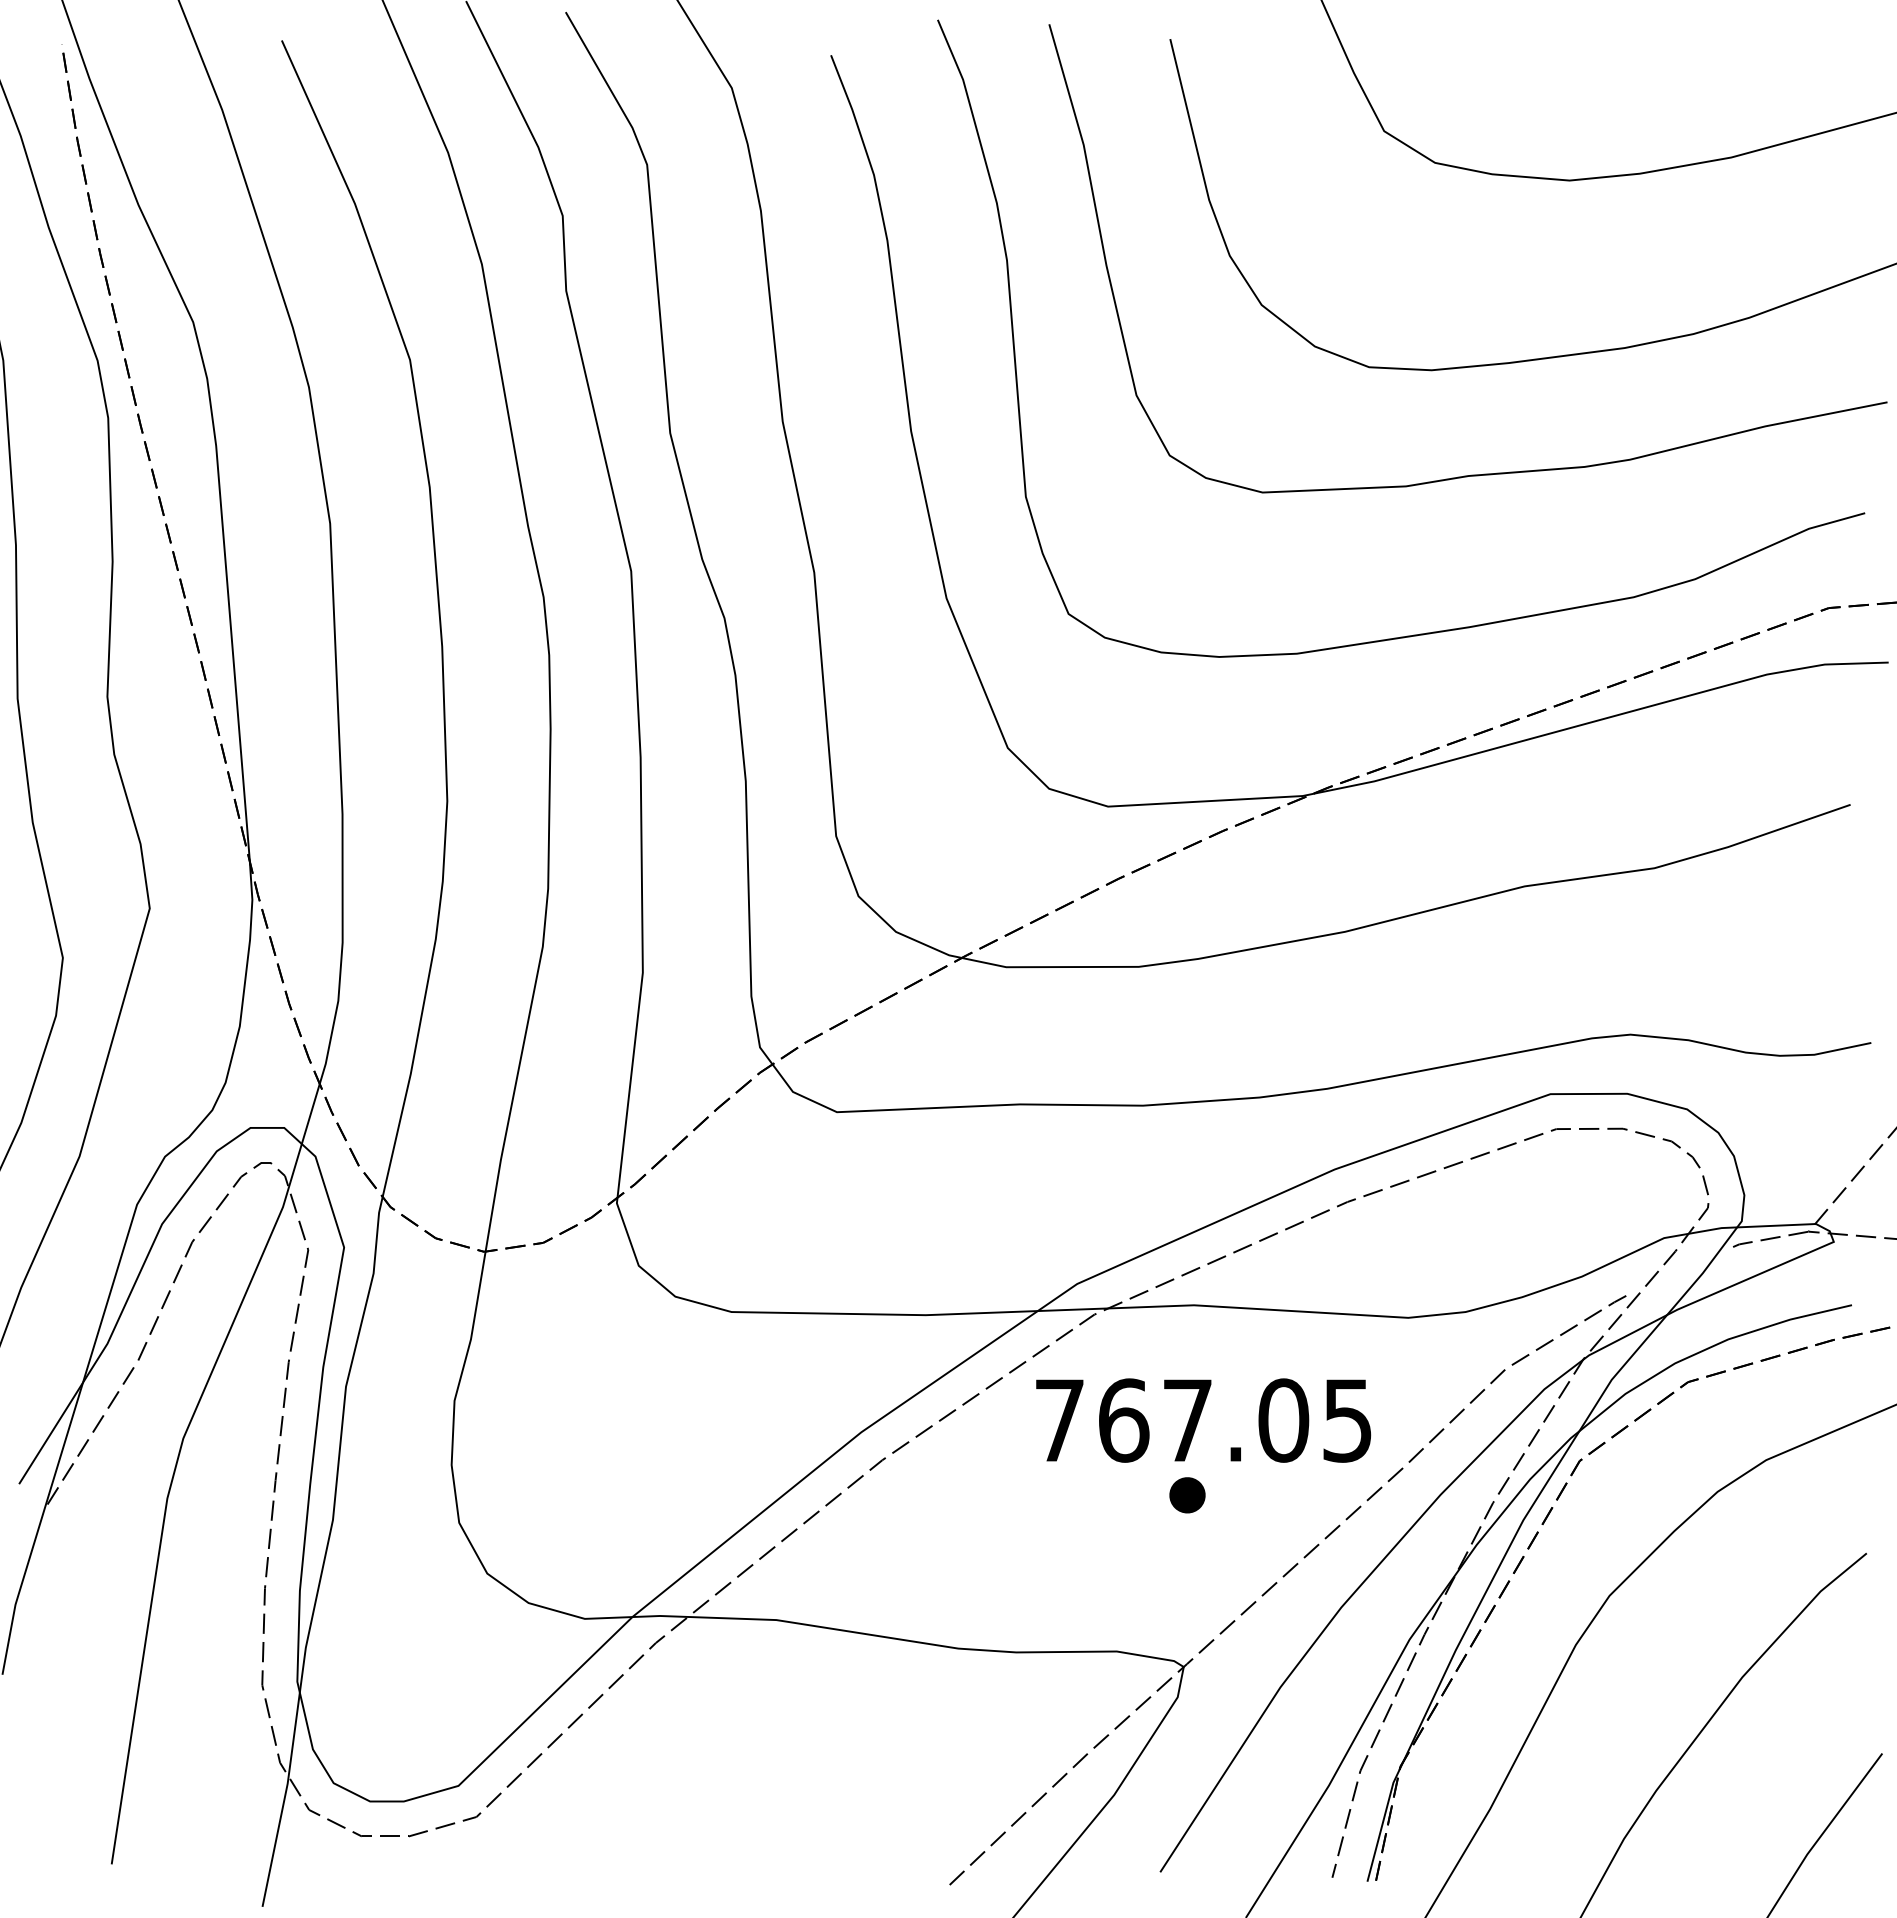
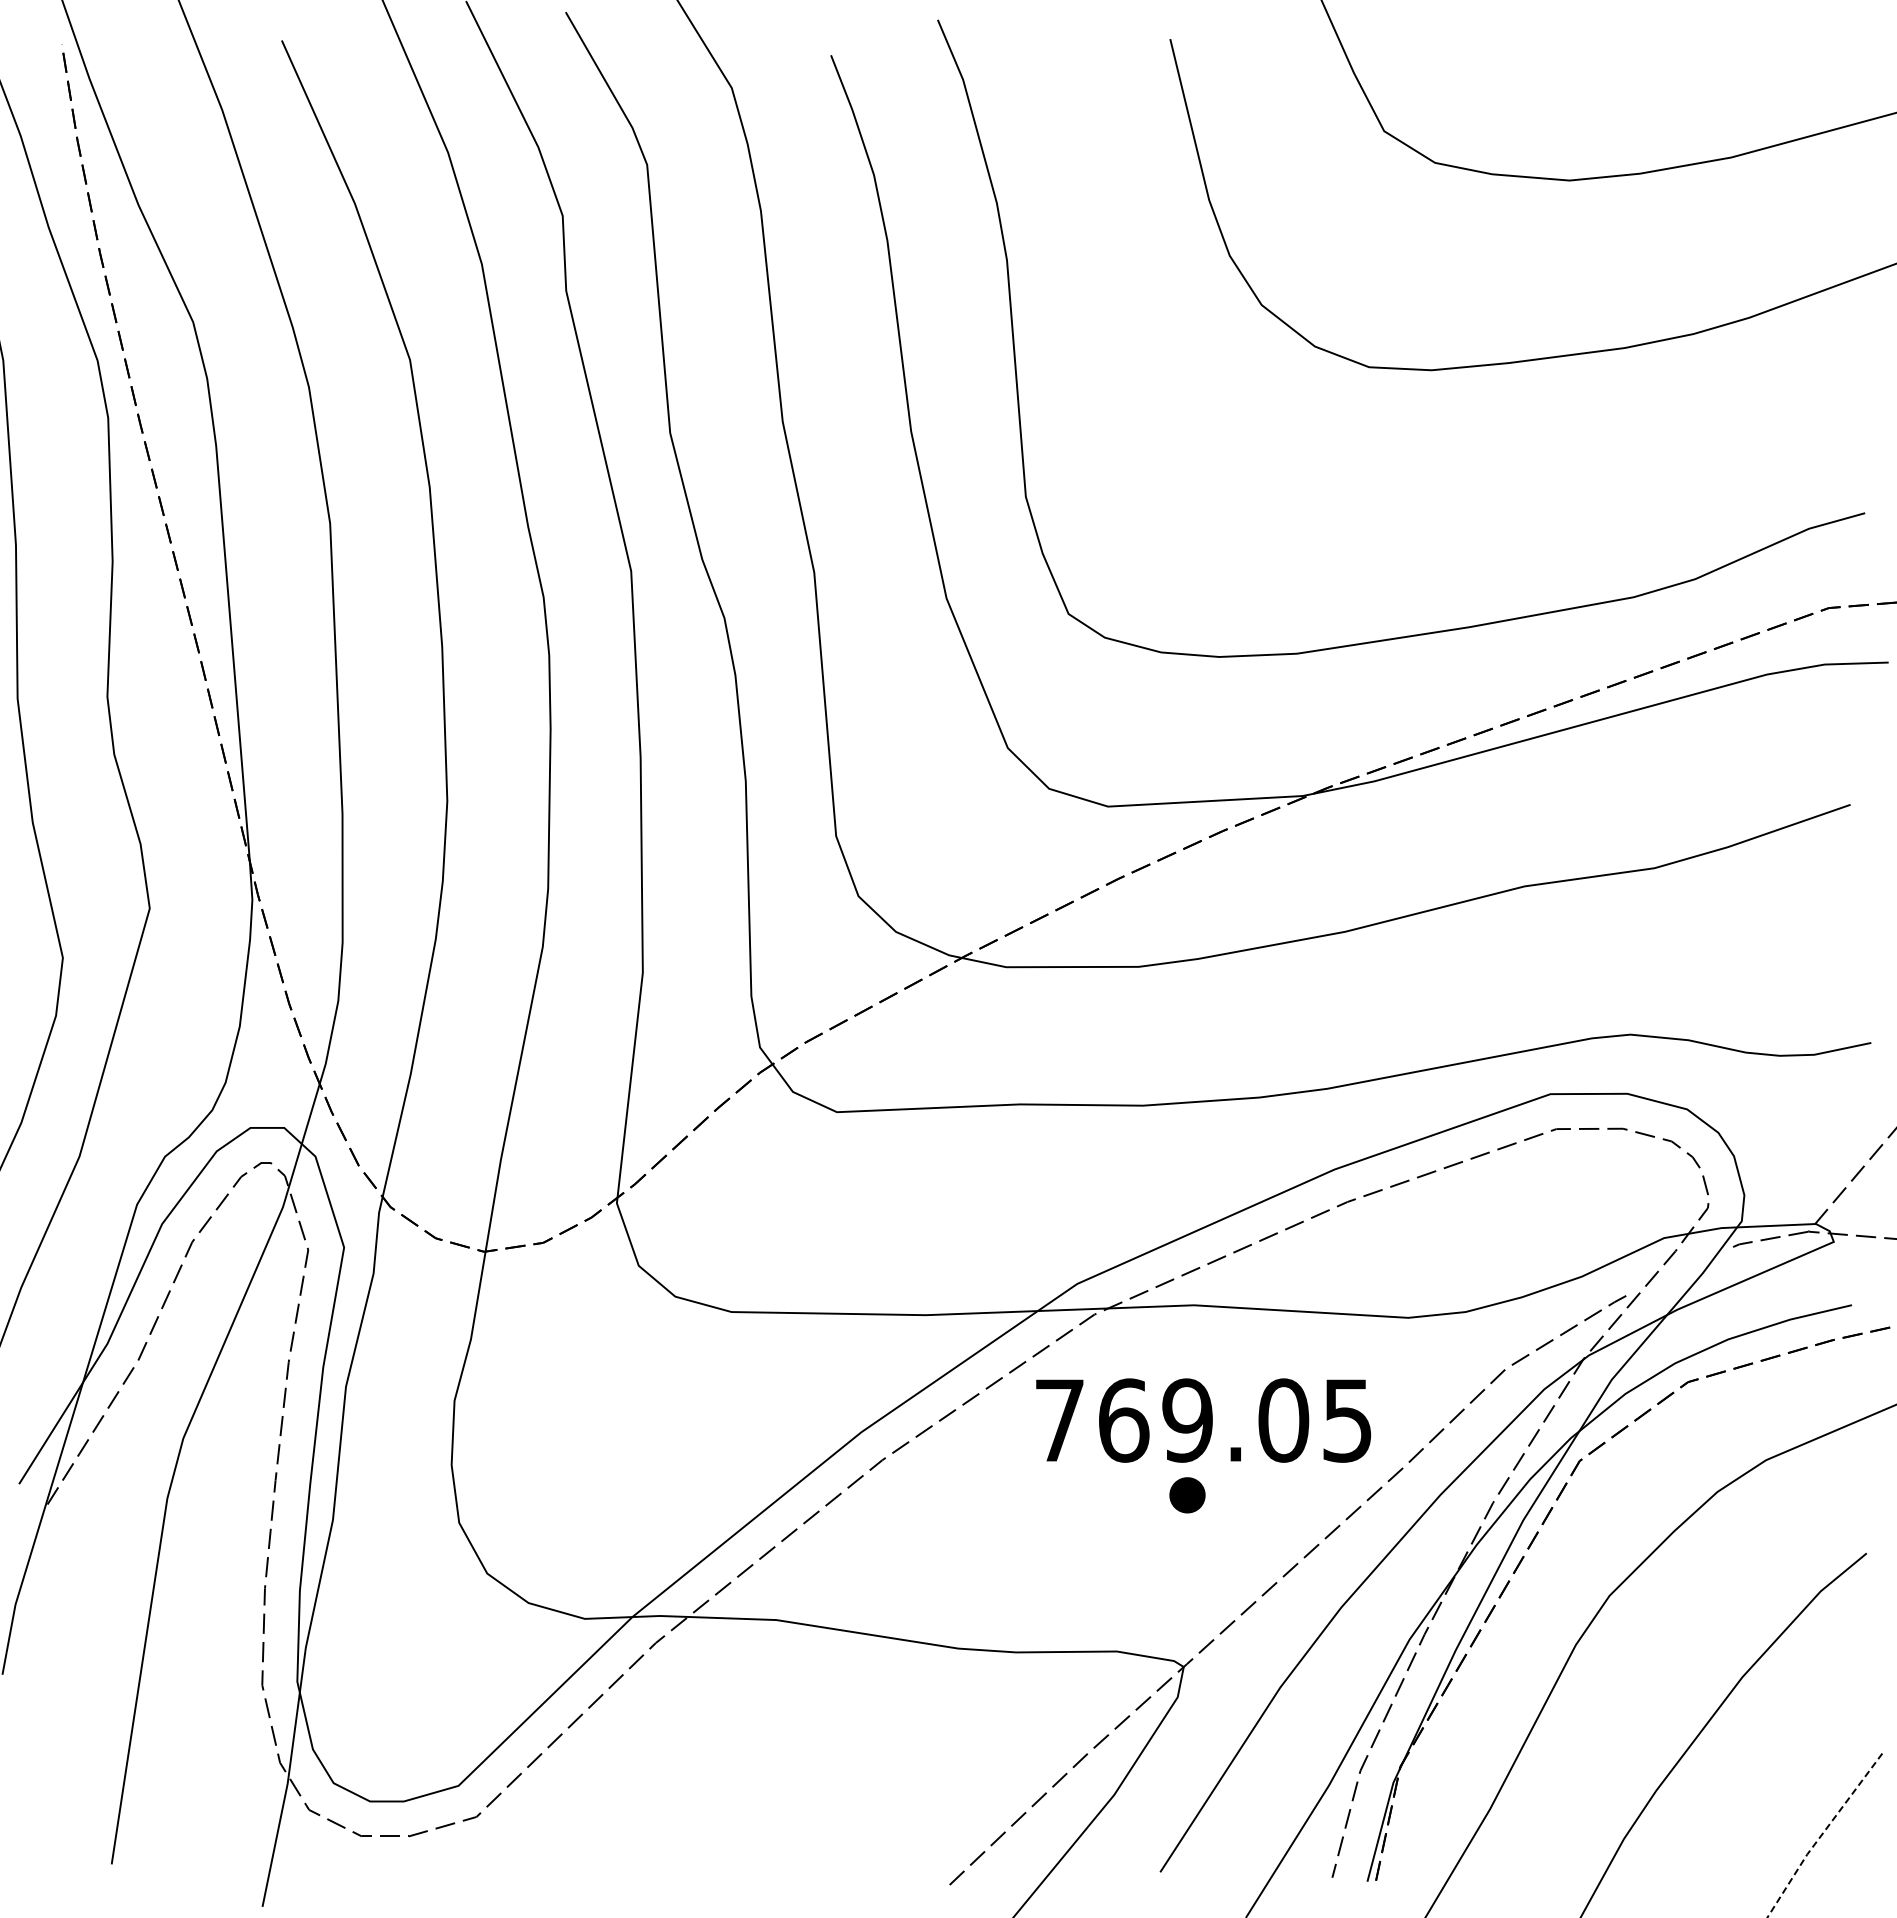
curve at (1484, 473): present -> none
text at (1187, 1420): 767.05 -> 769.05
line at (1822, 1834): solid -> dashed
